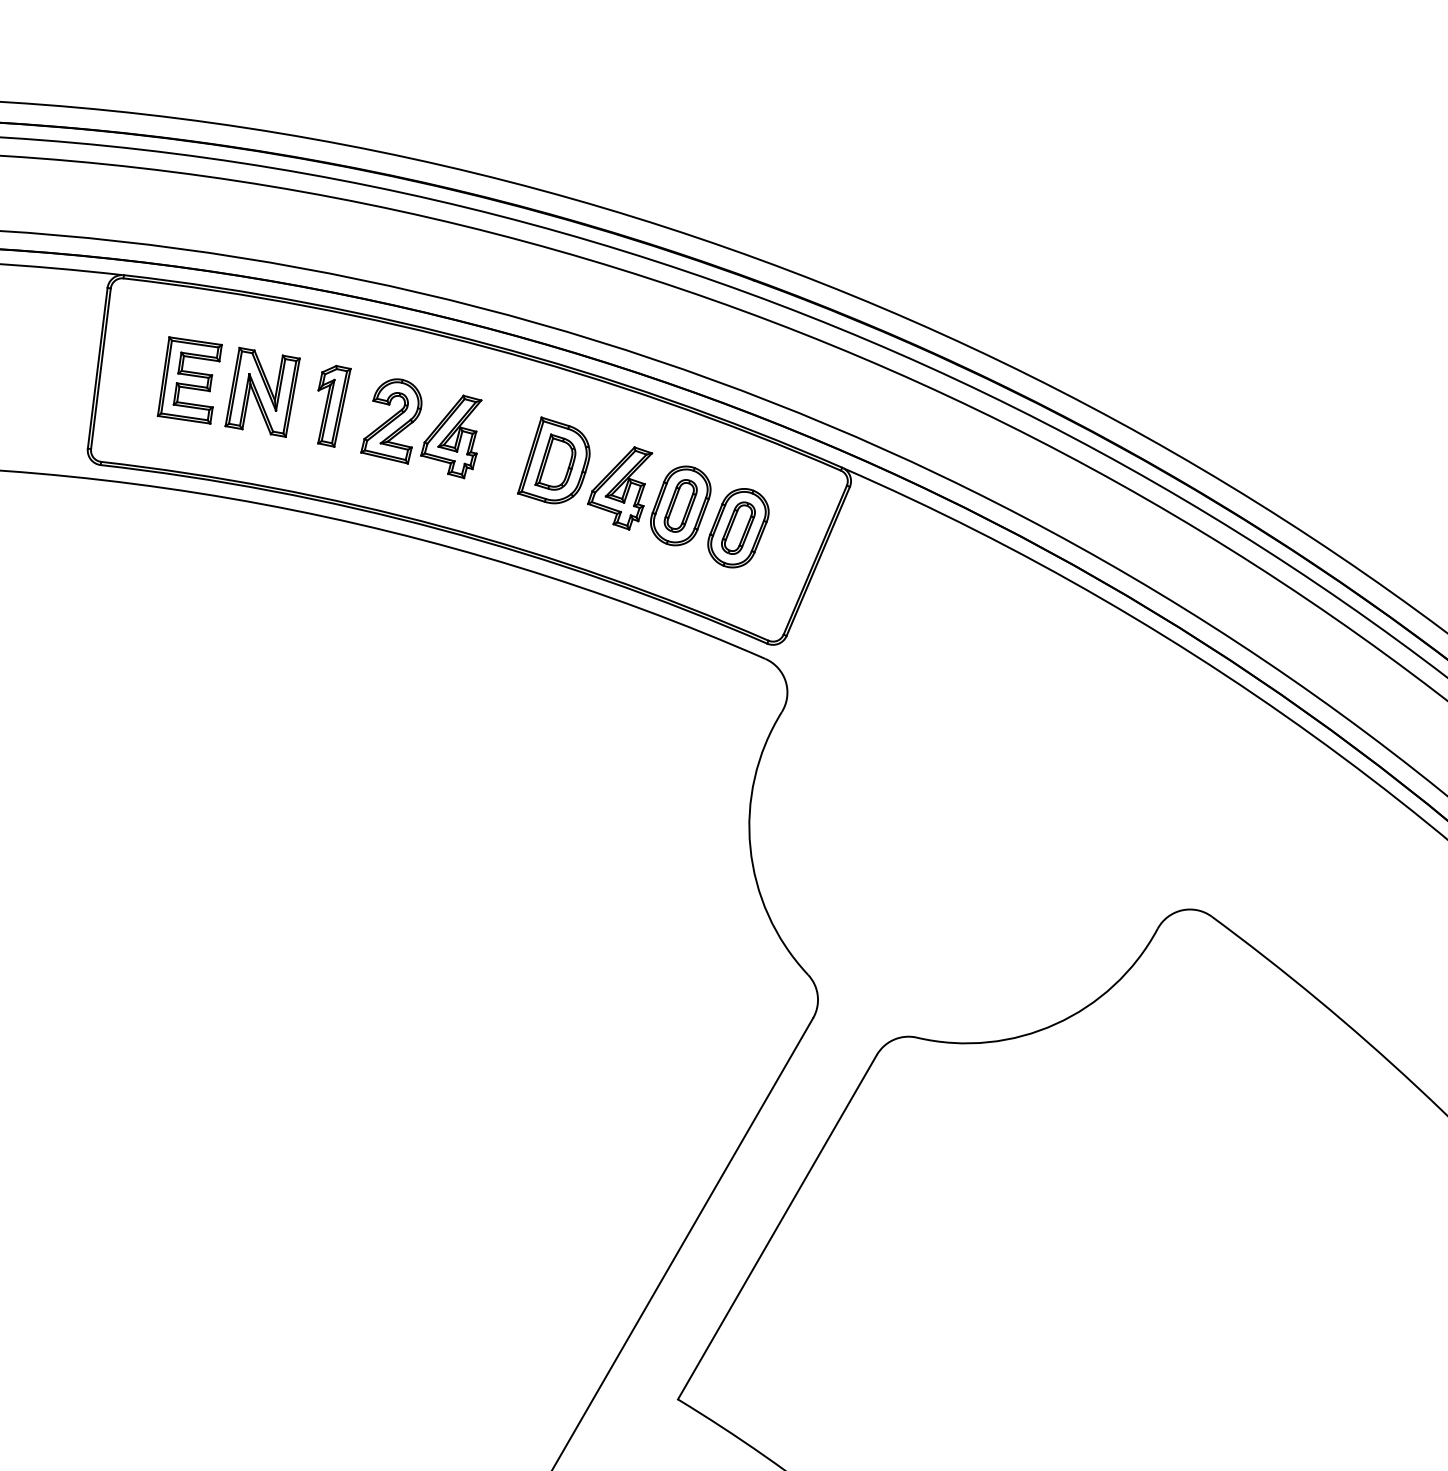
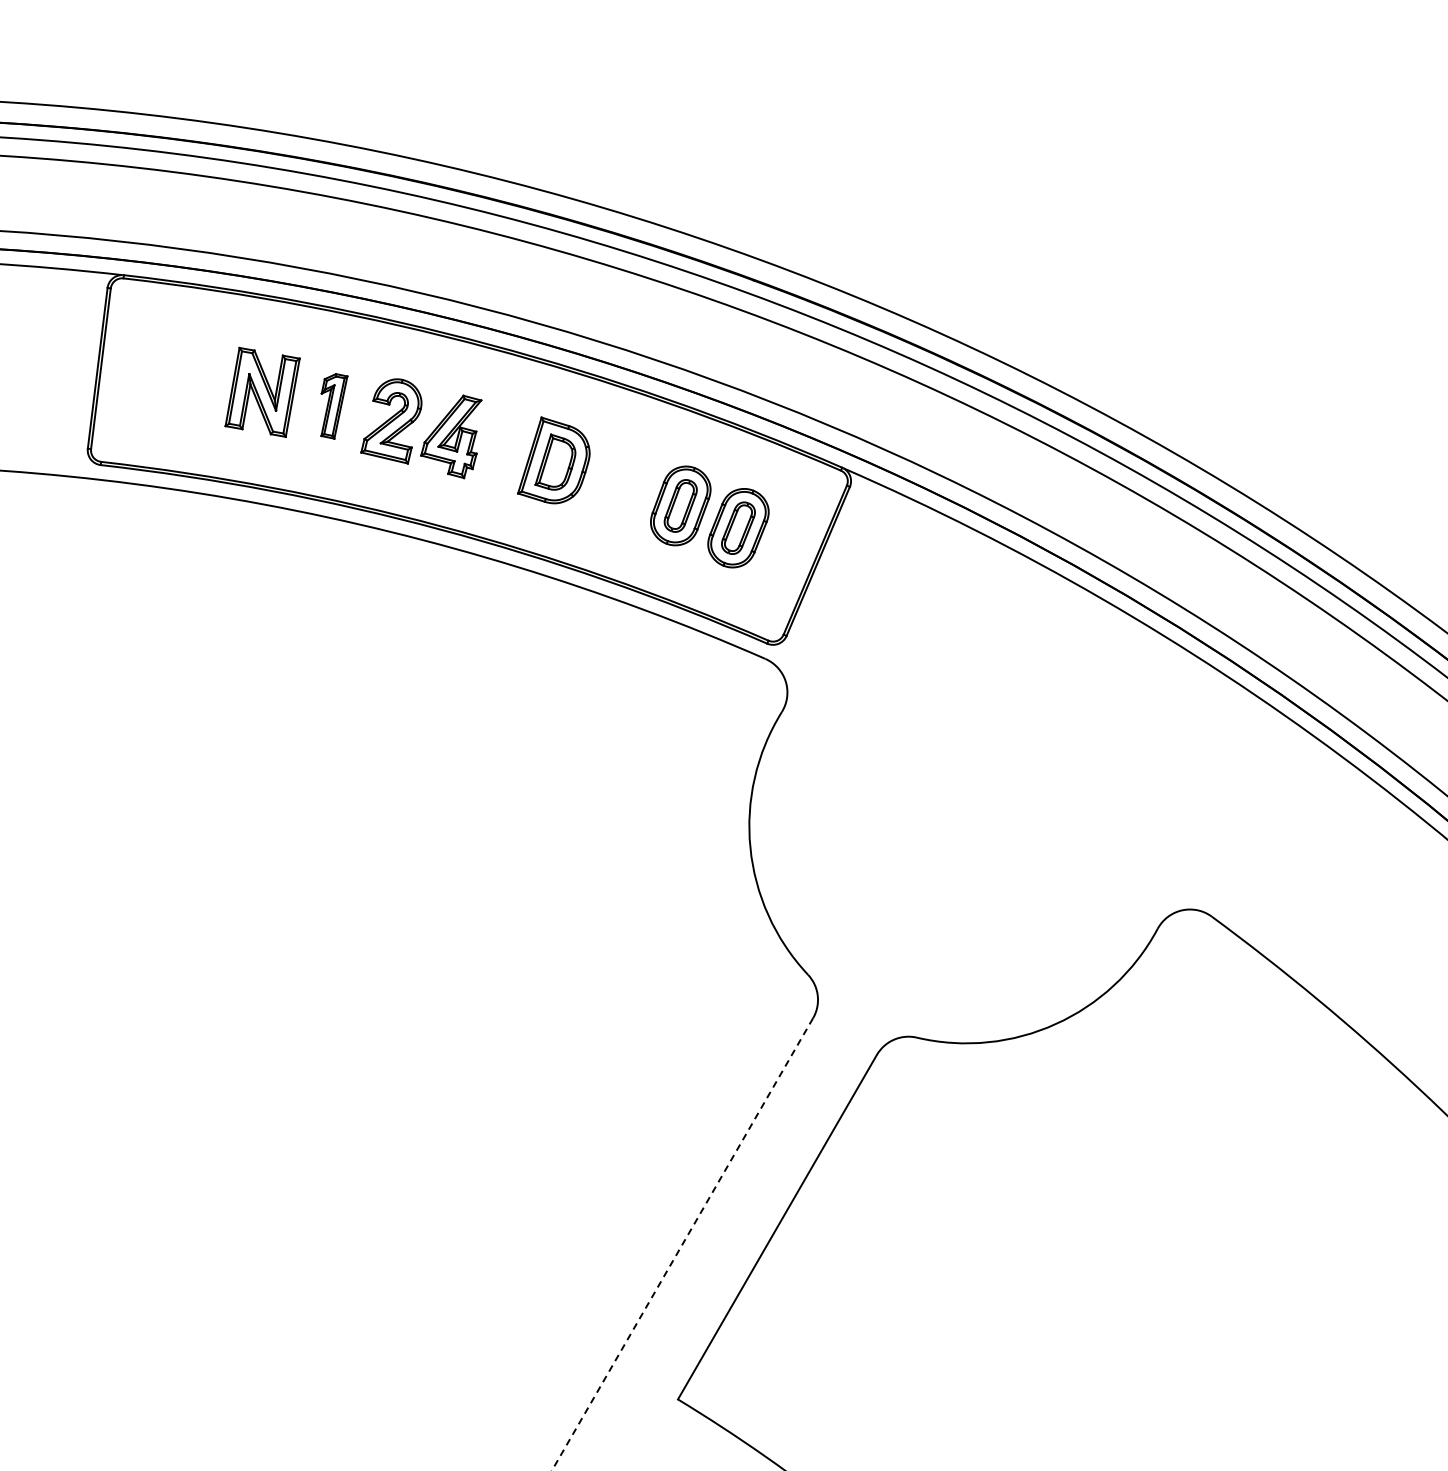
part at (189, 380): present -> none
part at (334, 406) size: 35x83 px -> 29x67 px
part at (620, 488): present -> none
line at (682, 1244): solid -> dashed
